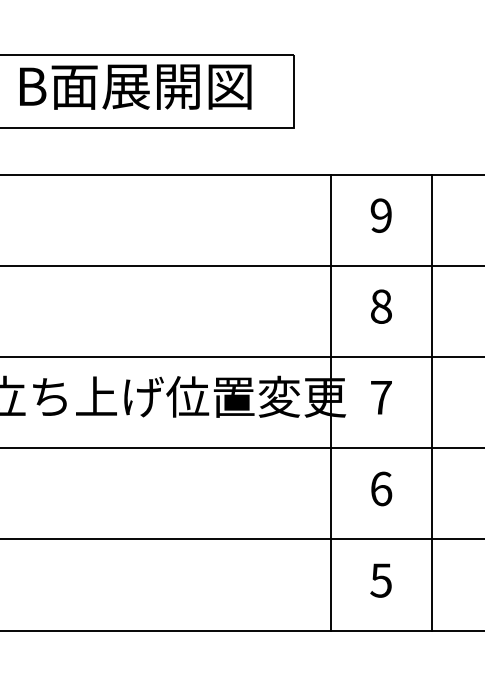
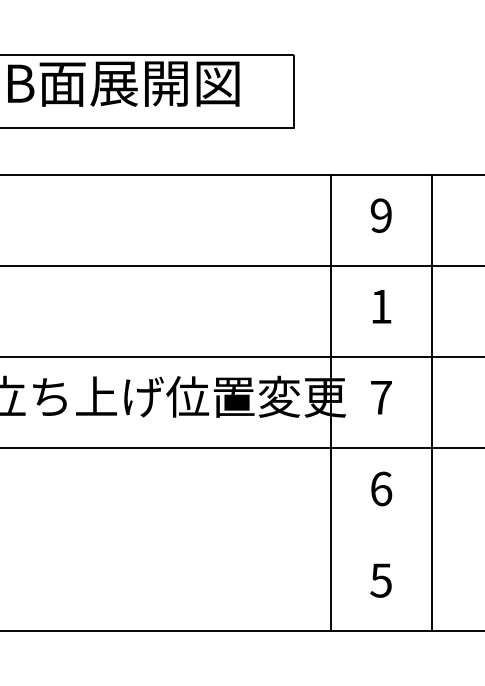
text at (135, 86) position: (135, 86) -> (123, 83)
text at (381, 306): 8 -> 1
line at (241, 539): present -> none
